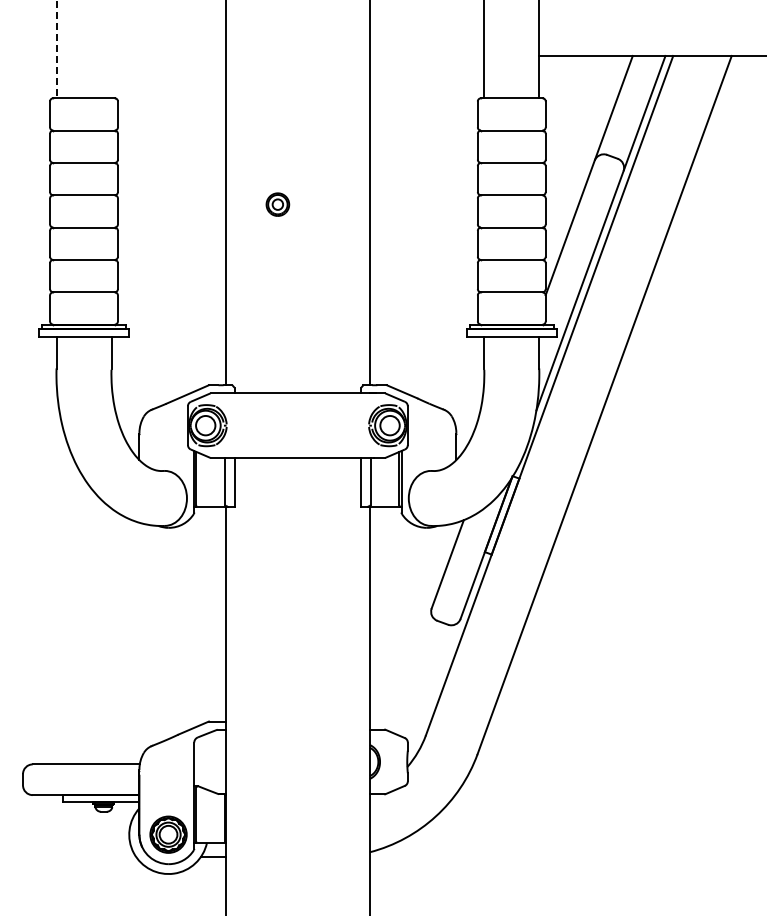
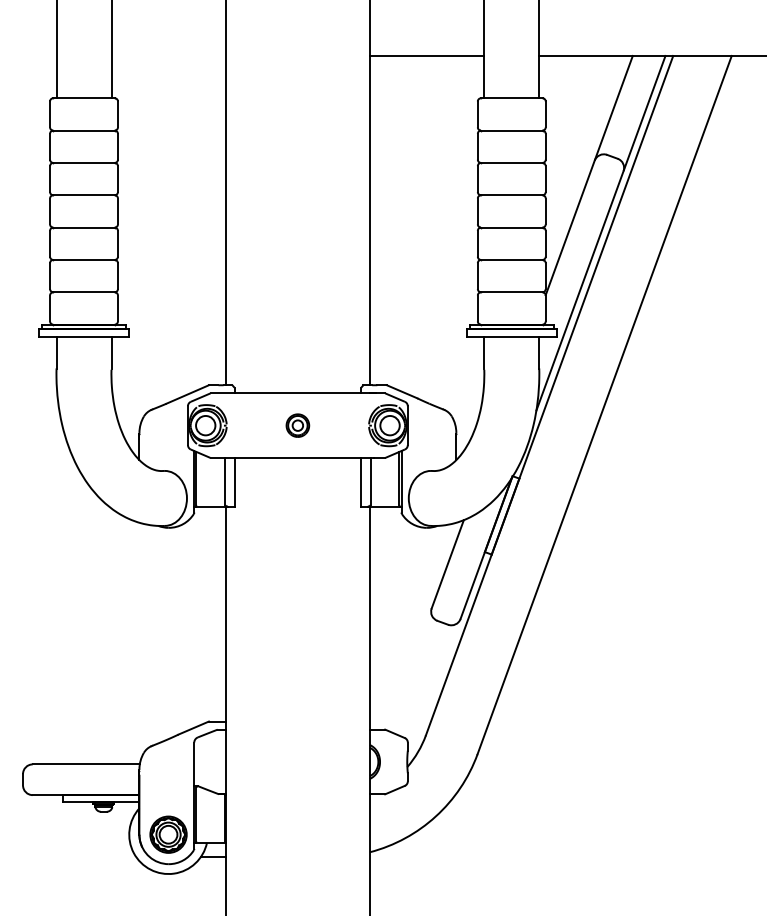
line at (56, 49): dashed -> solid
line at (111, 50): none -> present
line at (426, 55): none -> present
part at (277, 204) position: (277, 204) -> (297, 425)
